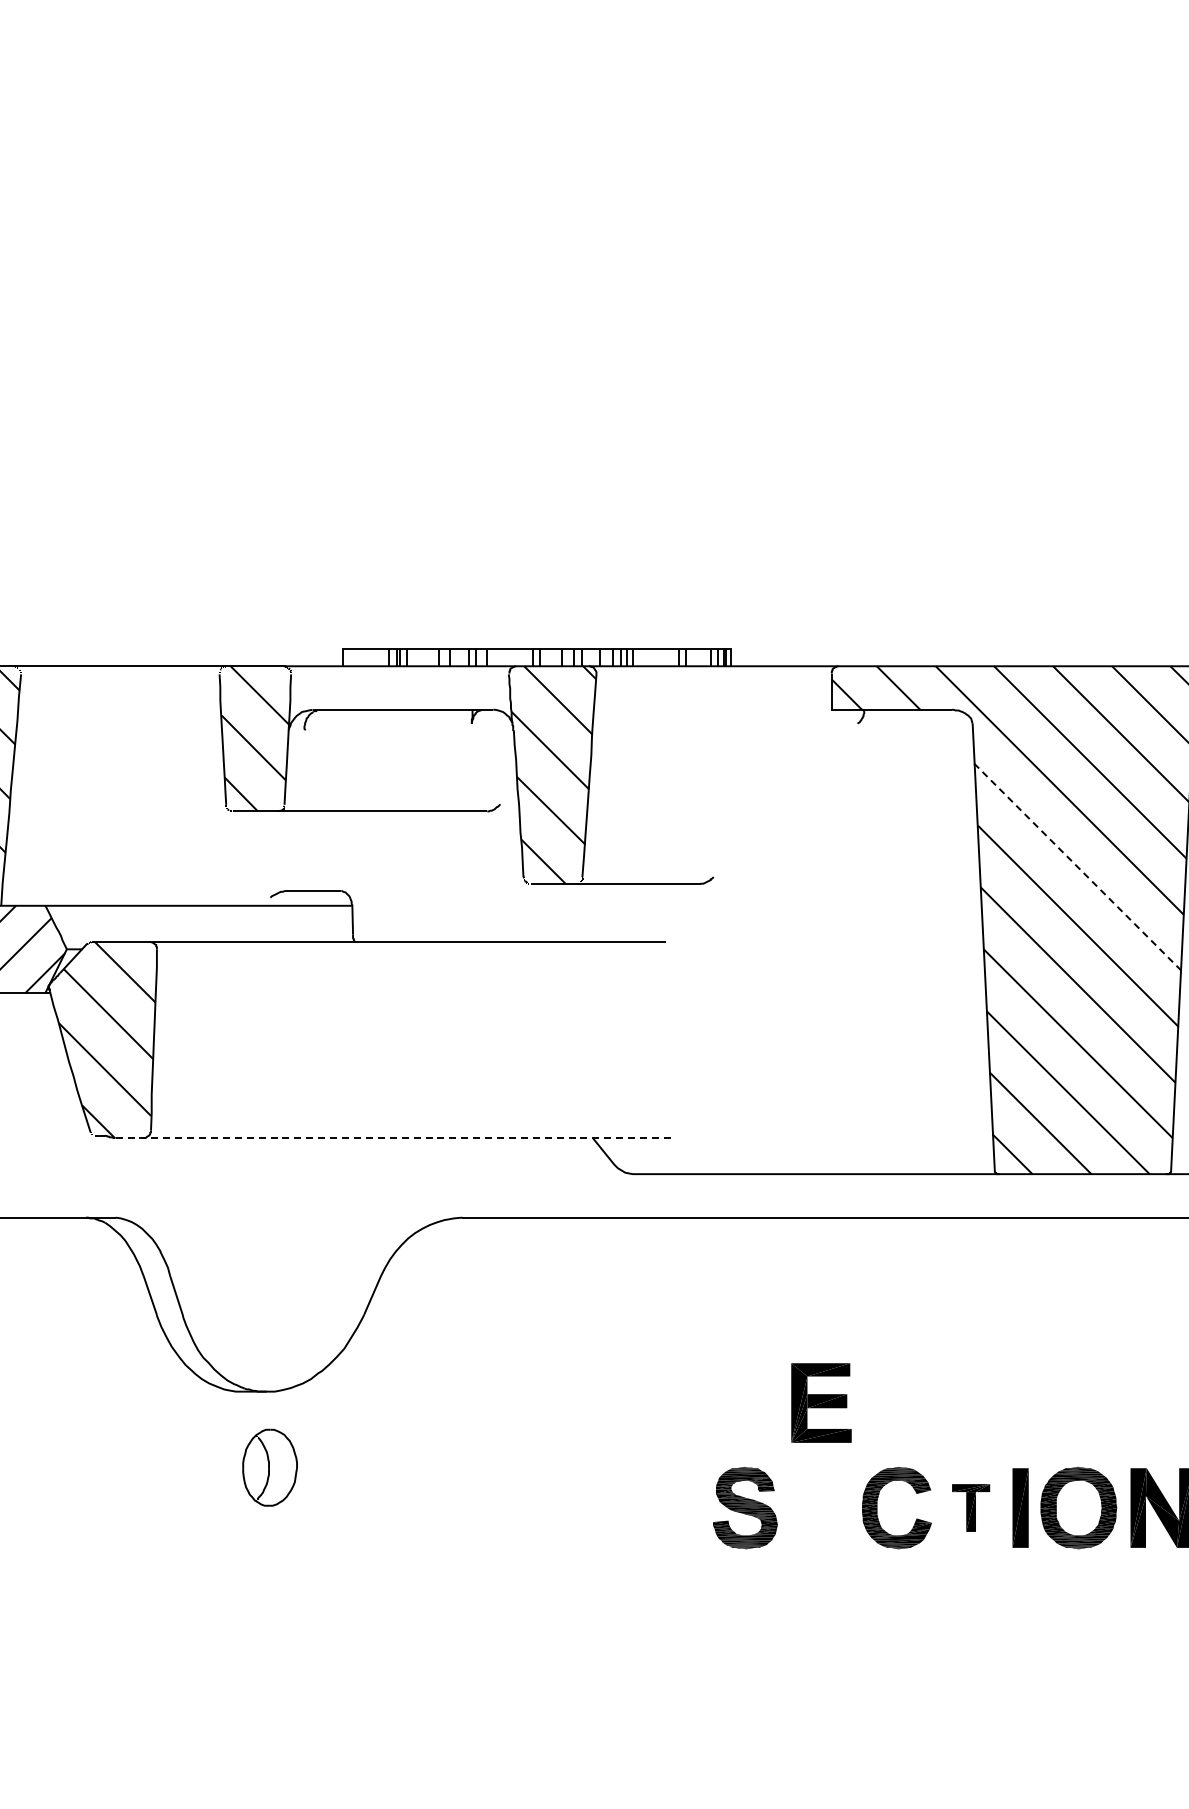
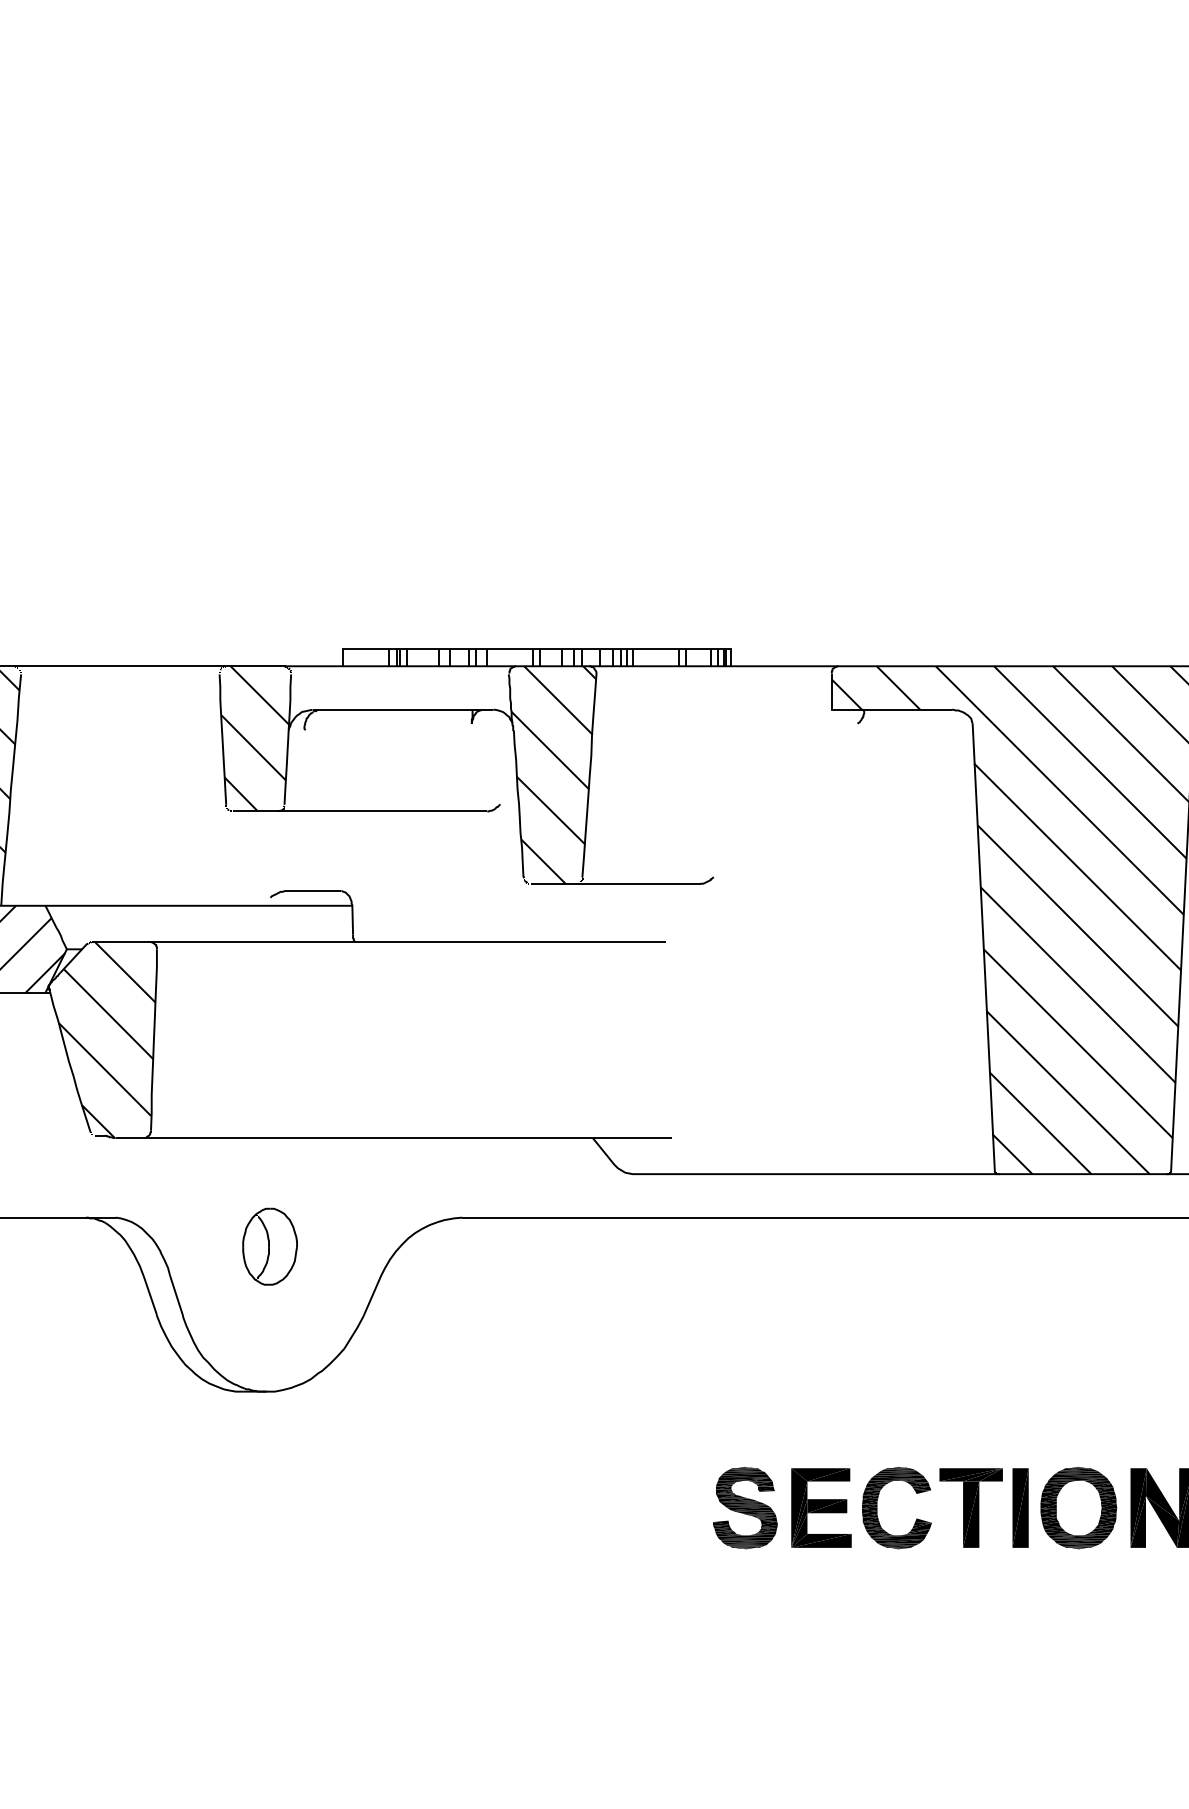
line at (1077, 867): dashed -> solid
line at (394, 1138): dashed -> solid
part at (821, 1402) position: (821, 1402) -> (821, 1507)
part at (269, 1467) position: (269, 1467) -> (269, 1246)
part at (971, 1507) size: 39x48 px -> 64x80 px
